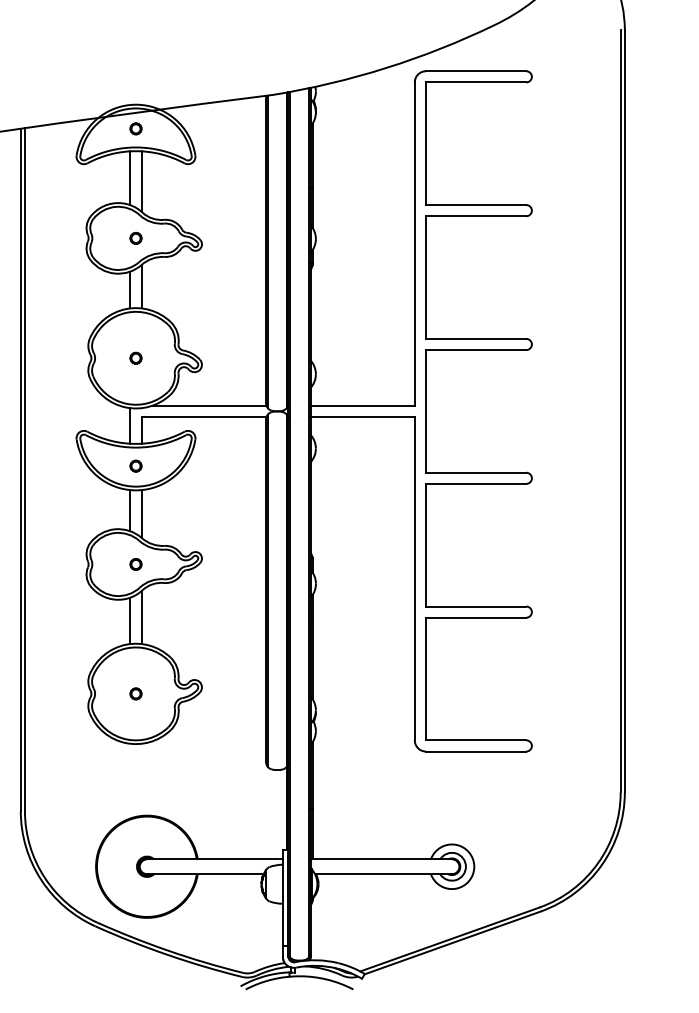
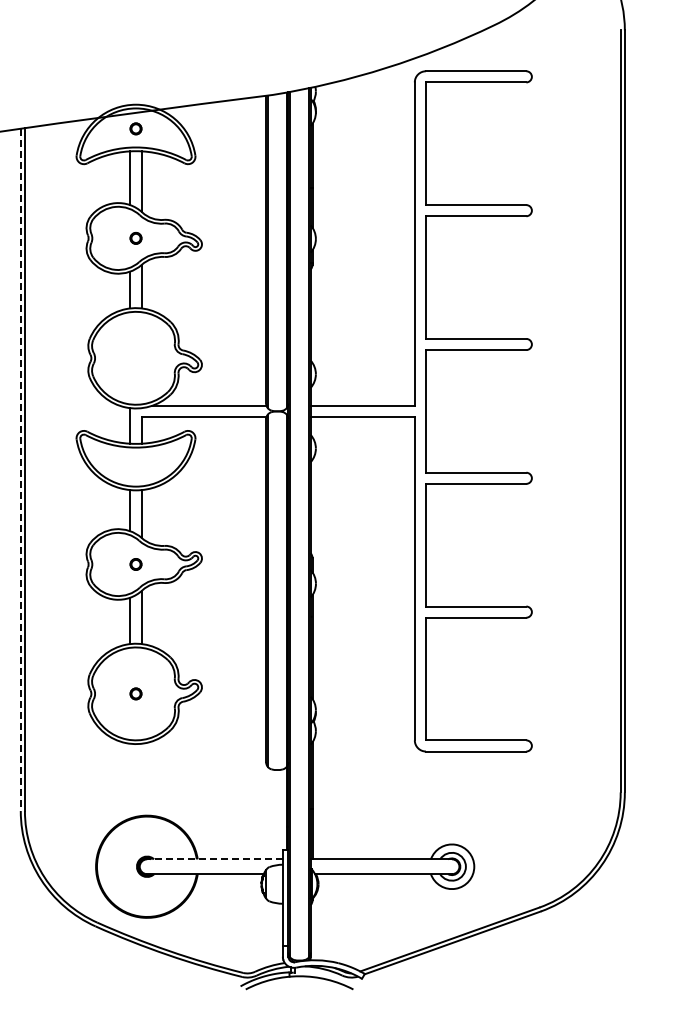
part at (135, 357): present -> none
circle at (135, 465): present -> none
line at (20, 470): solid -> dashed
line at (215, 859): solid -> dashed
